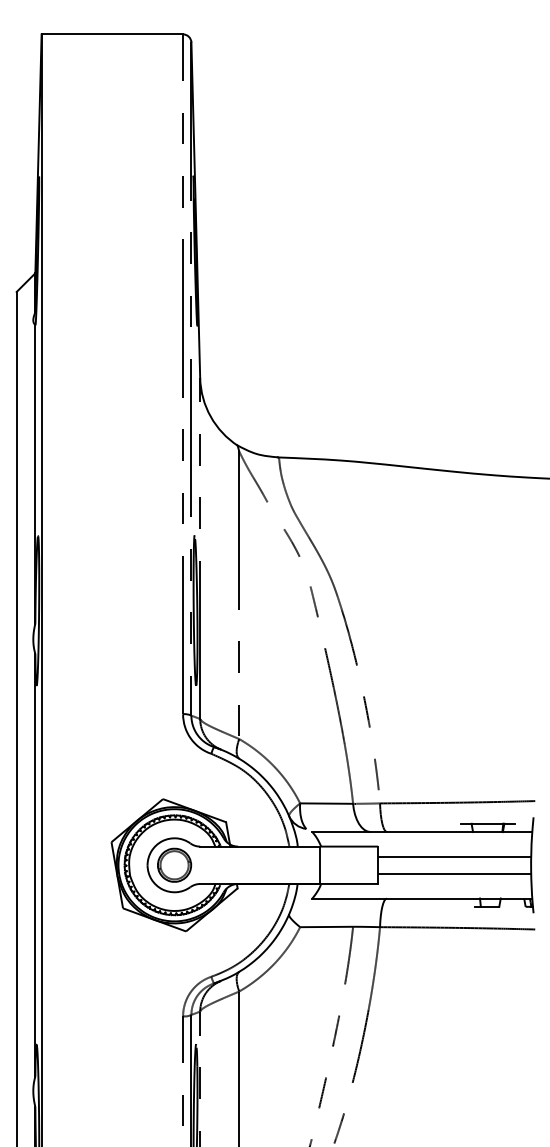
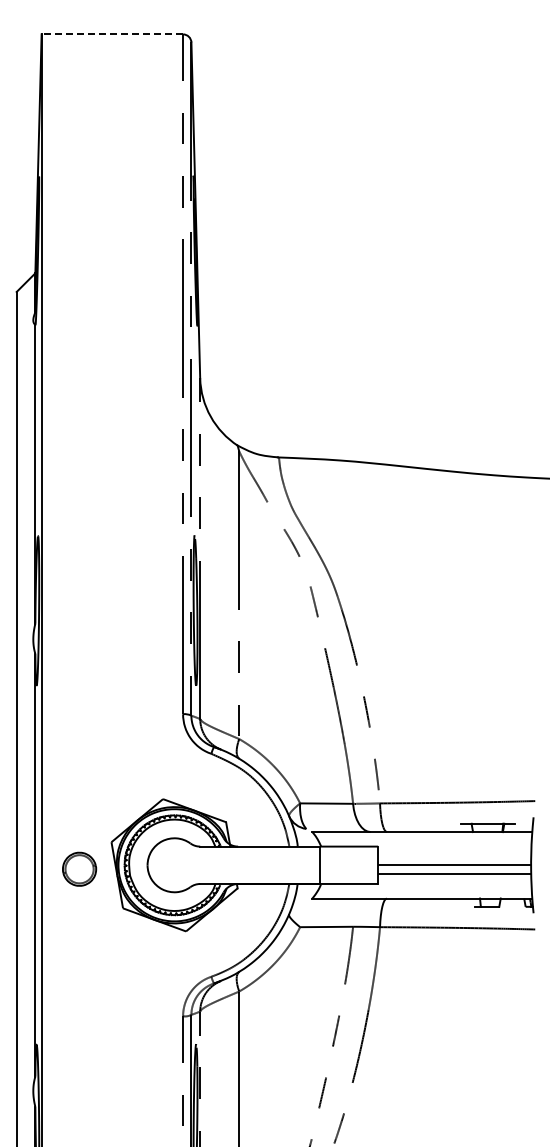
line at (112, 34): solid -> dashed
line at (454, 856) position: (454, 856) -> (454, 864)
part at (174, 864) position: (174, 864) -> (79, 868)
